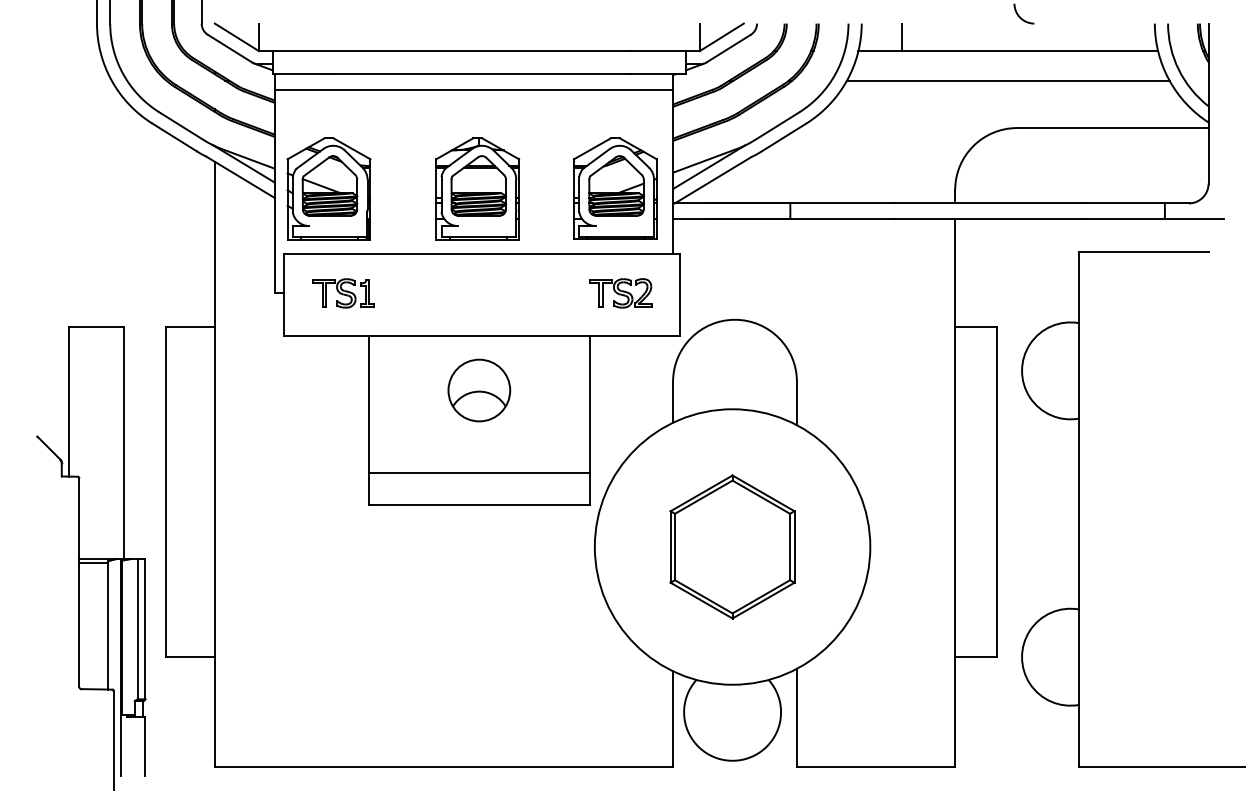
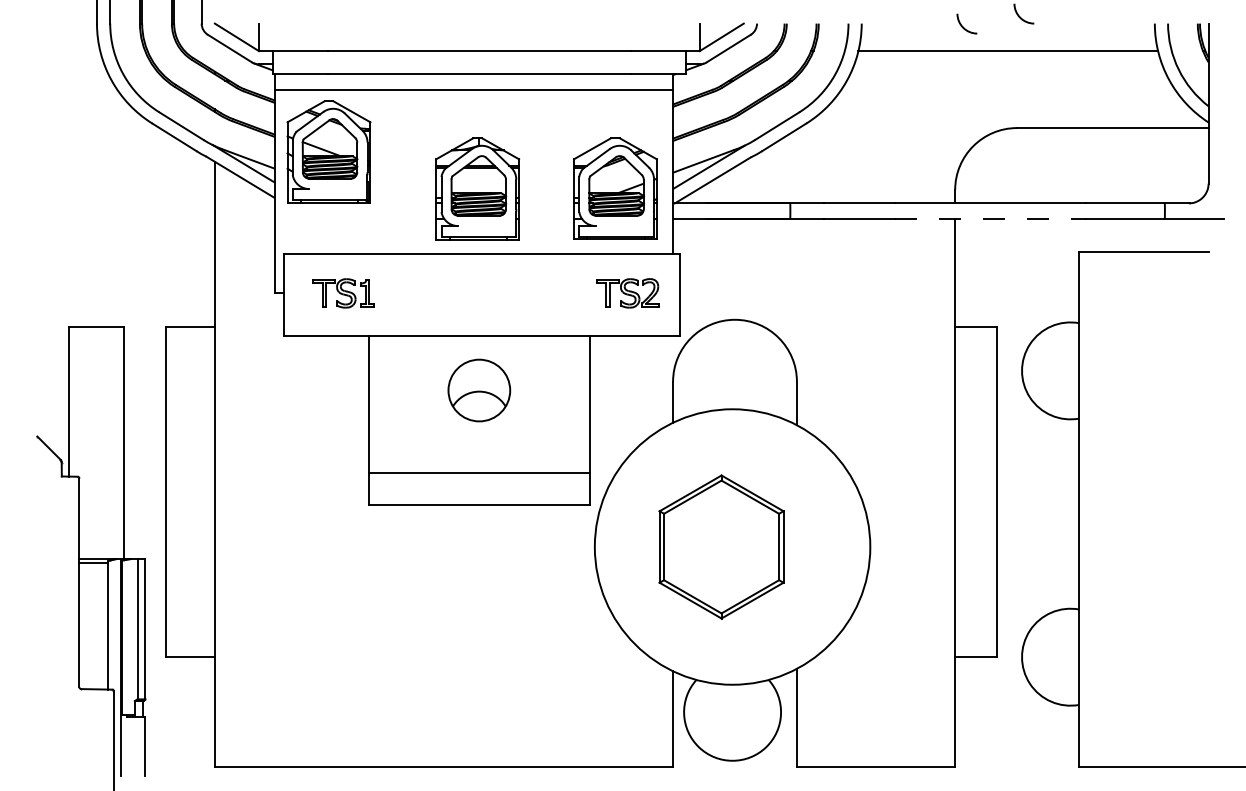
arc at (963, 26): none -> present
line at (901, 37): present -> none
line at (1007, 80): present -> none
part at (328, 188) position: (328, 188) -> (328, 151)
line at (990, 218): solid -> dashed
part at (620, 293) position: (620, 293) -> (627, 293)
part at (732, 546) position: (732, 546) -> (721, 546)
